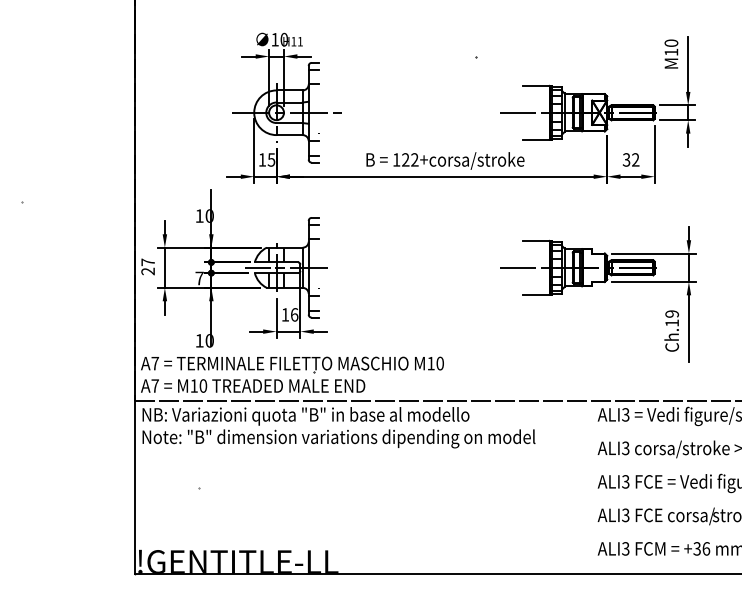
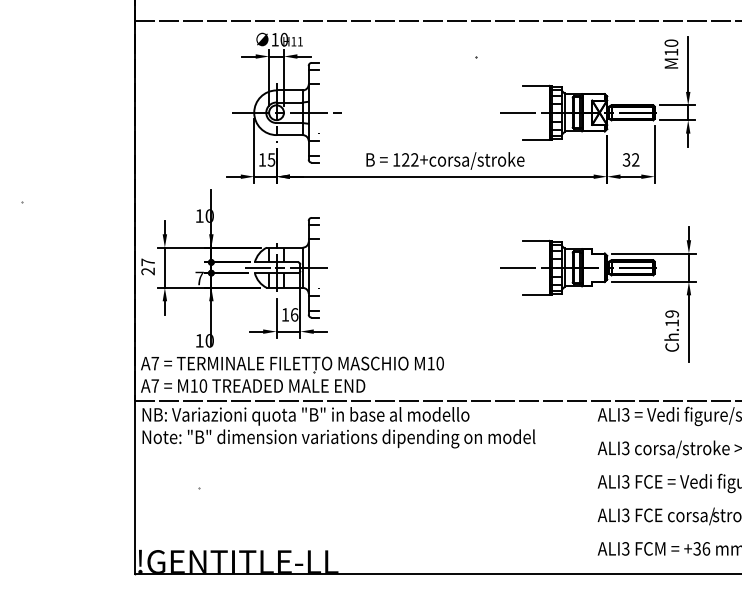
line at (436, 21): none -> present
